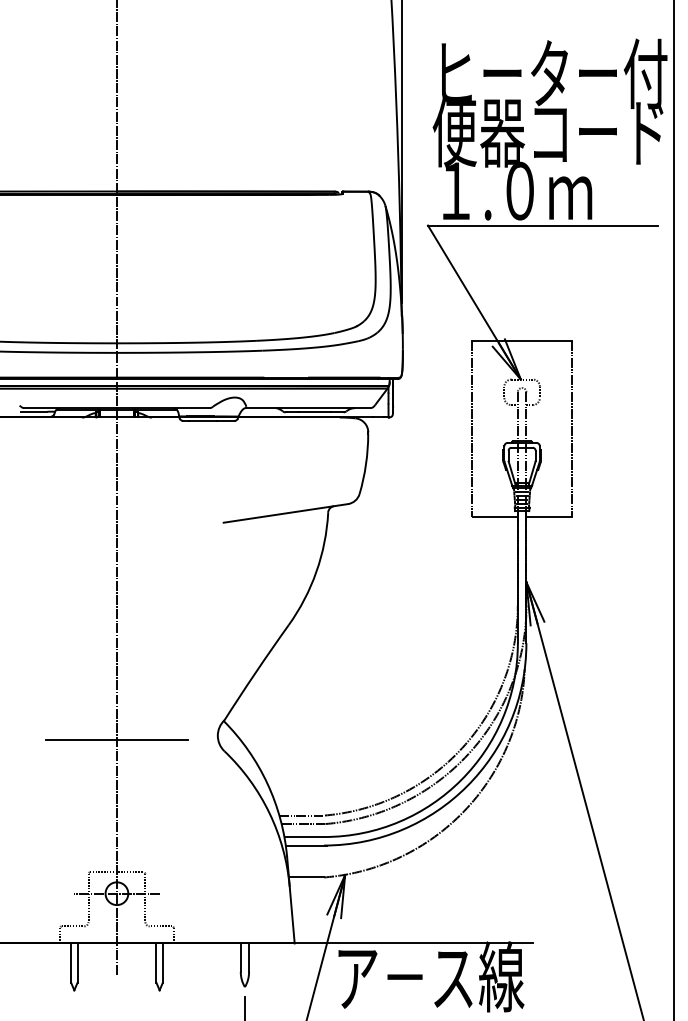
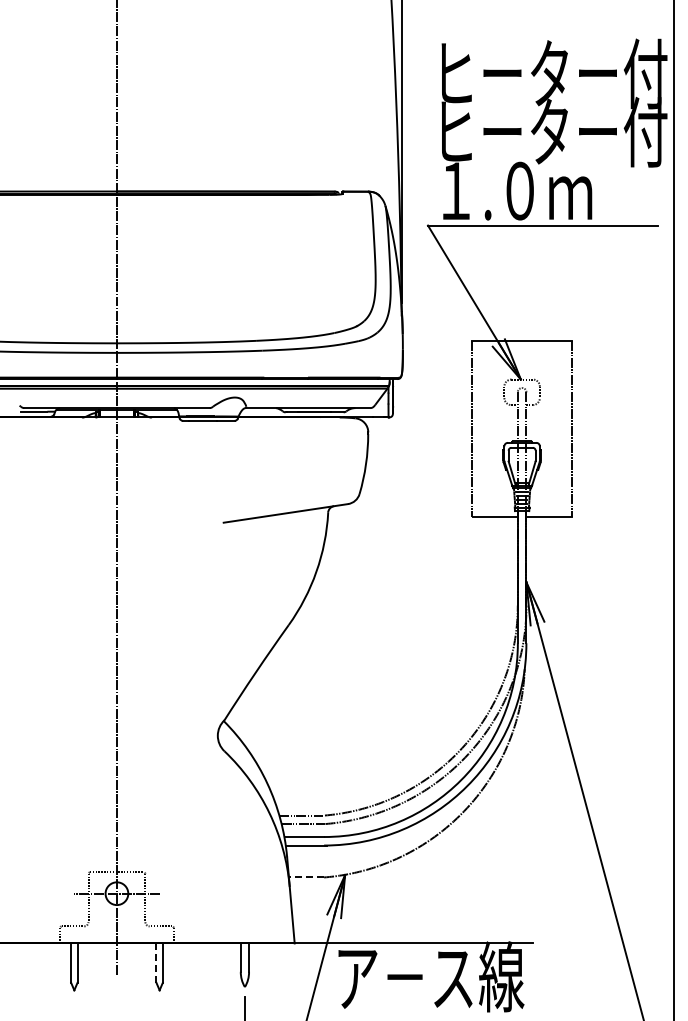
text at (549, 131): 便器コード -> ヒーター付
line at (116, 740): present -> none
line at (306, 877): solid -> dashed
line at (156, 963): solid -> dashed
